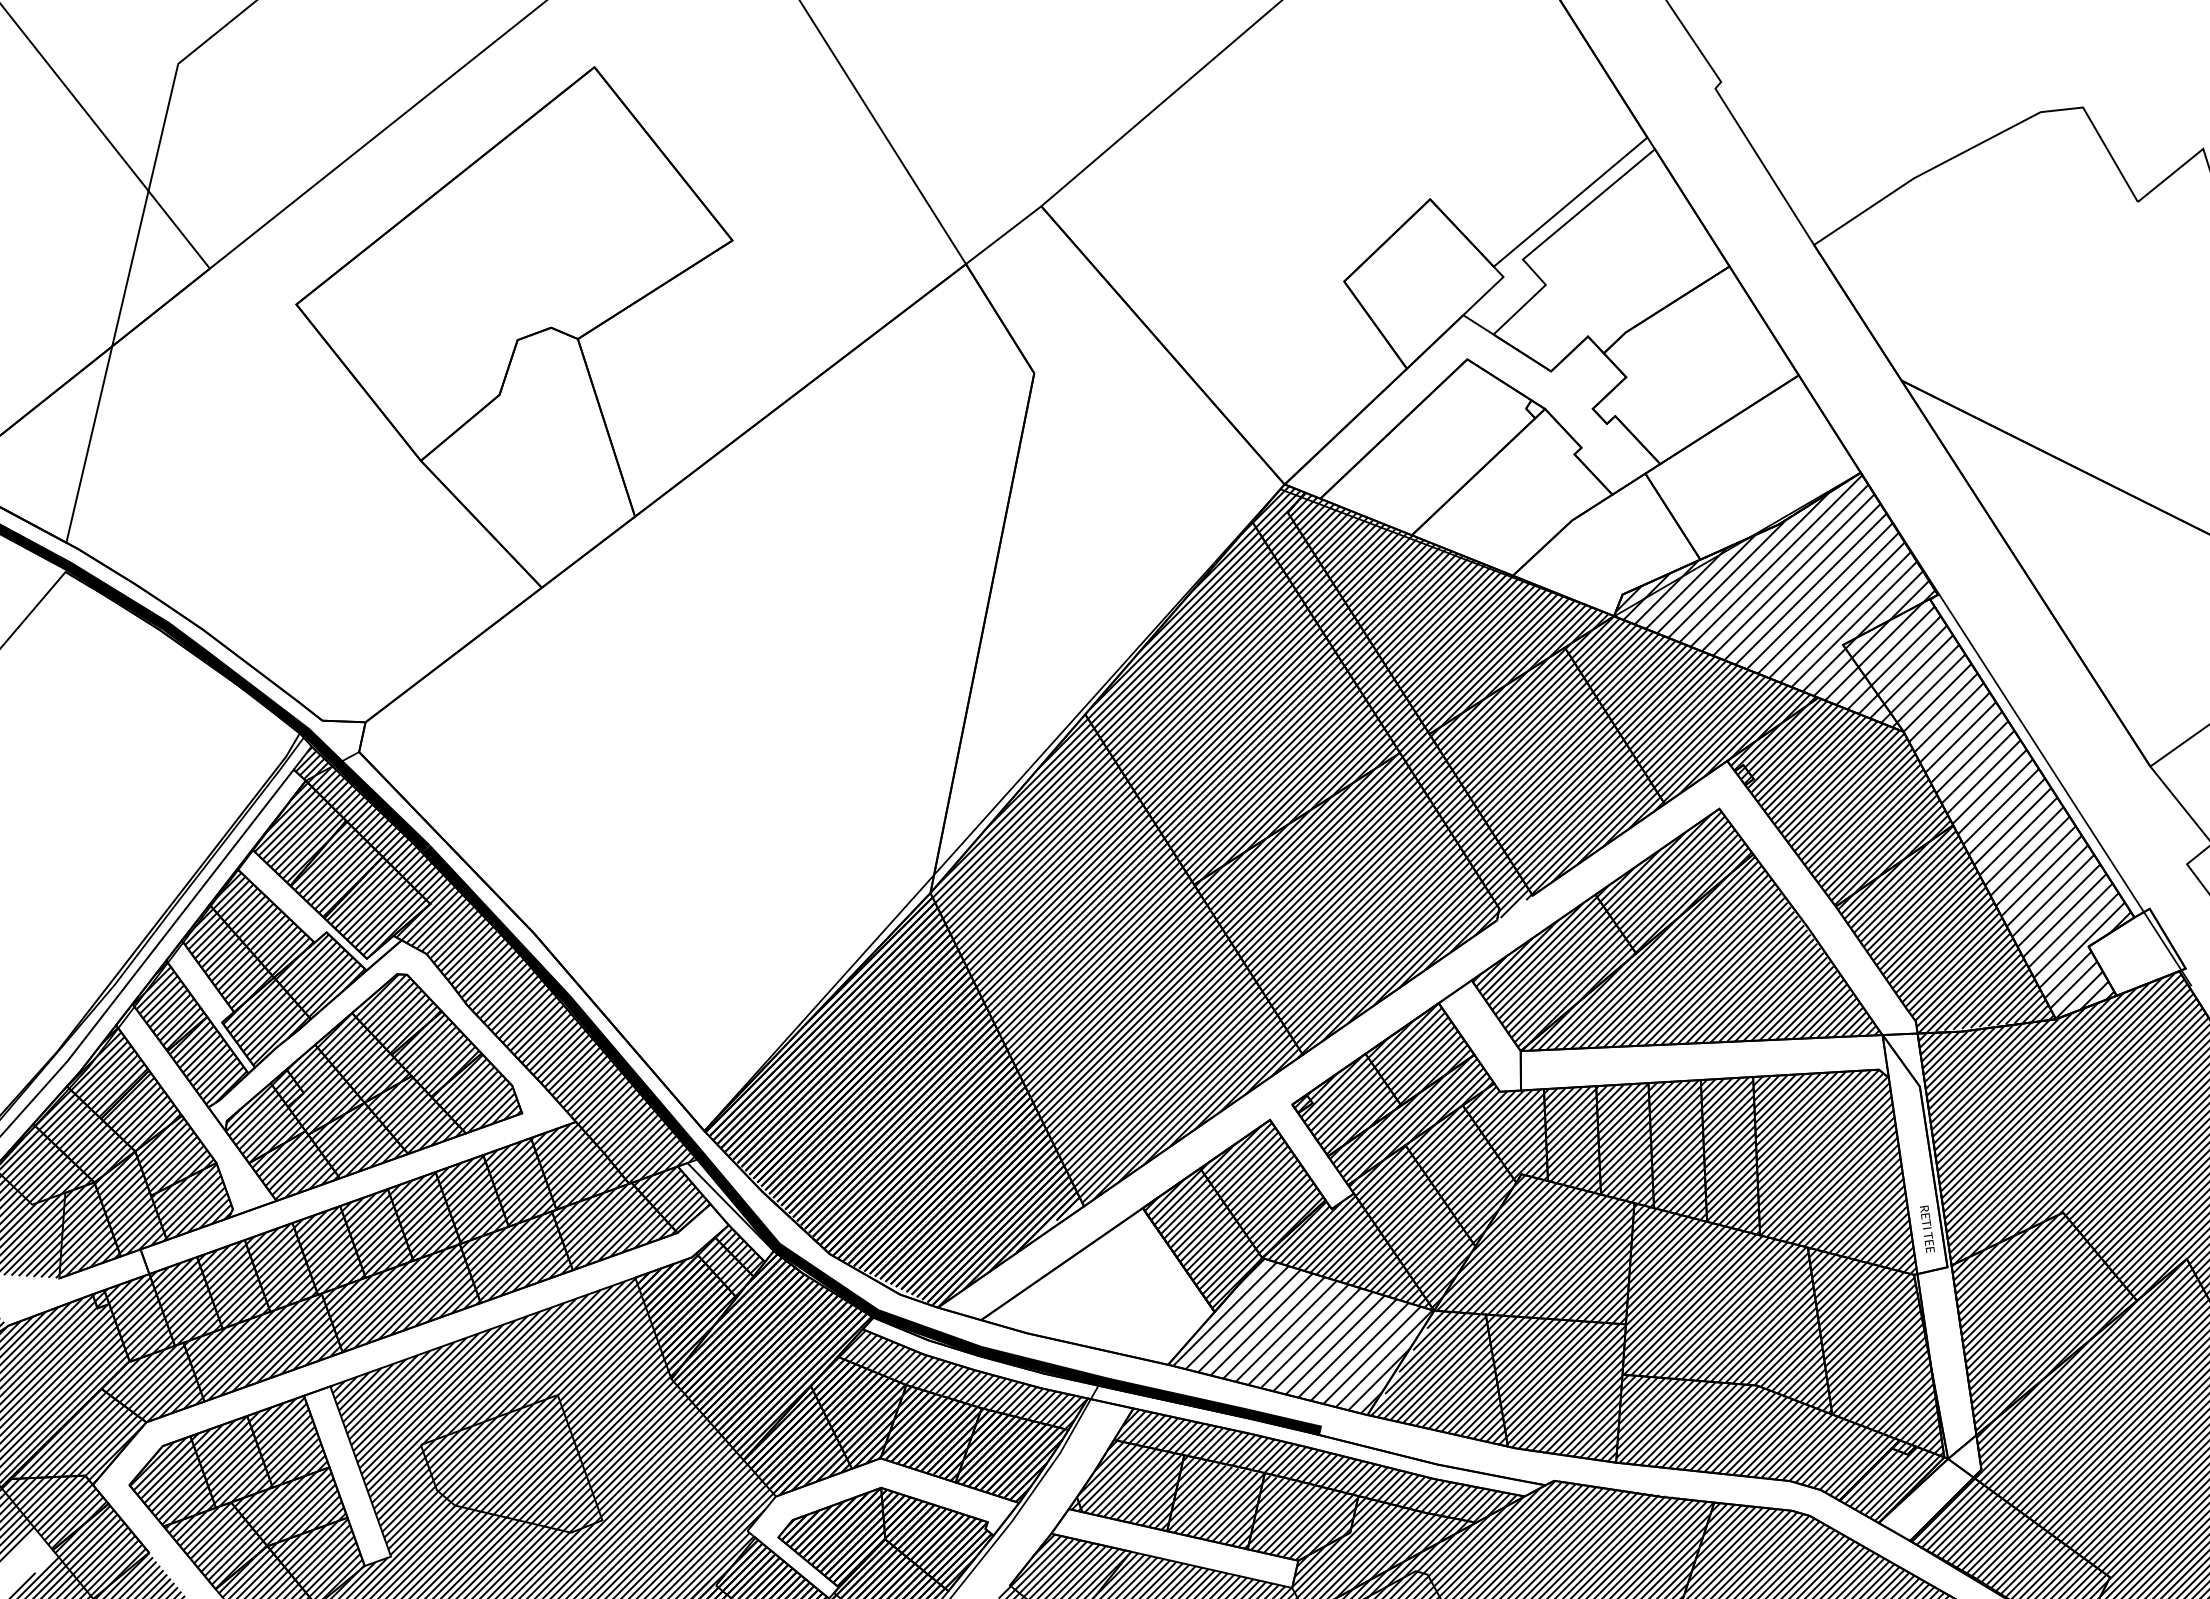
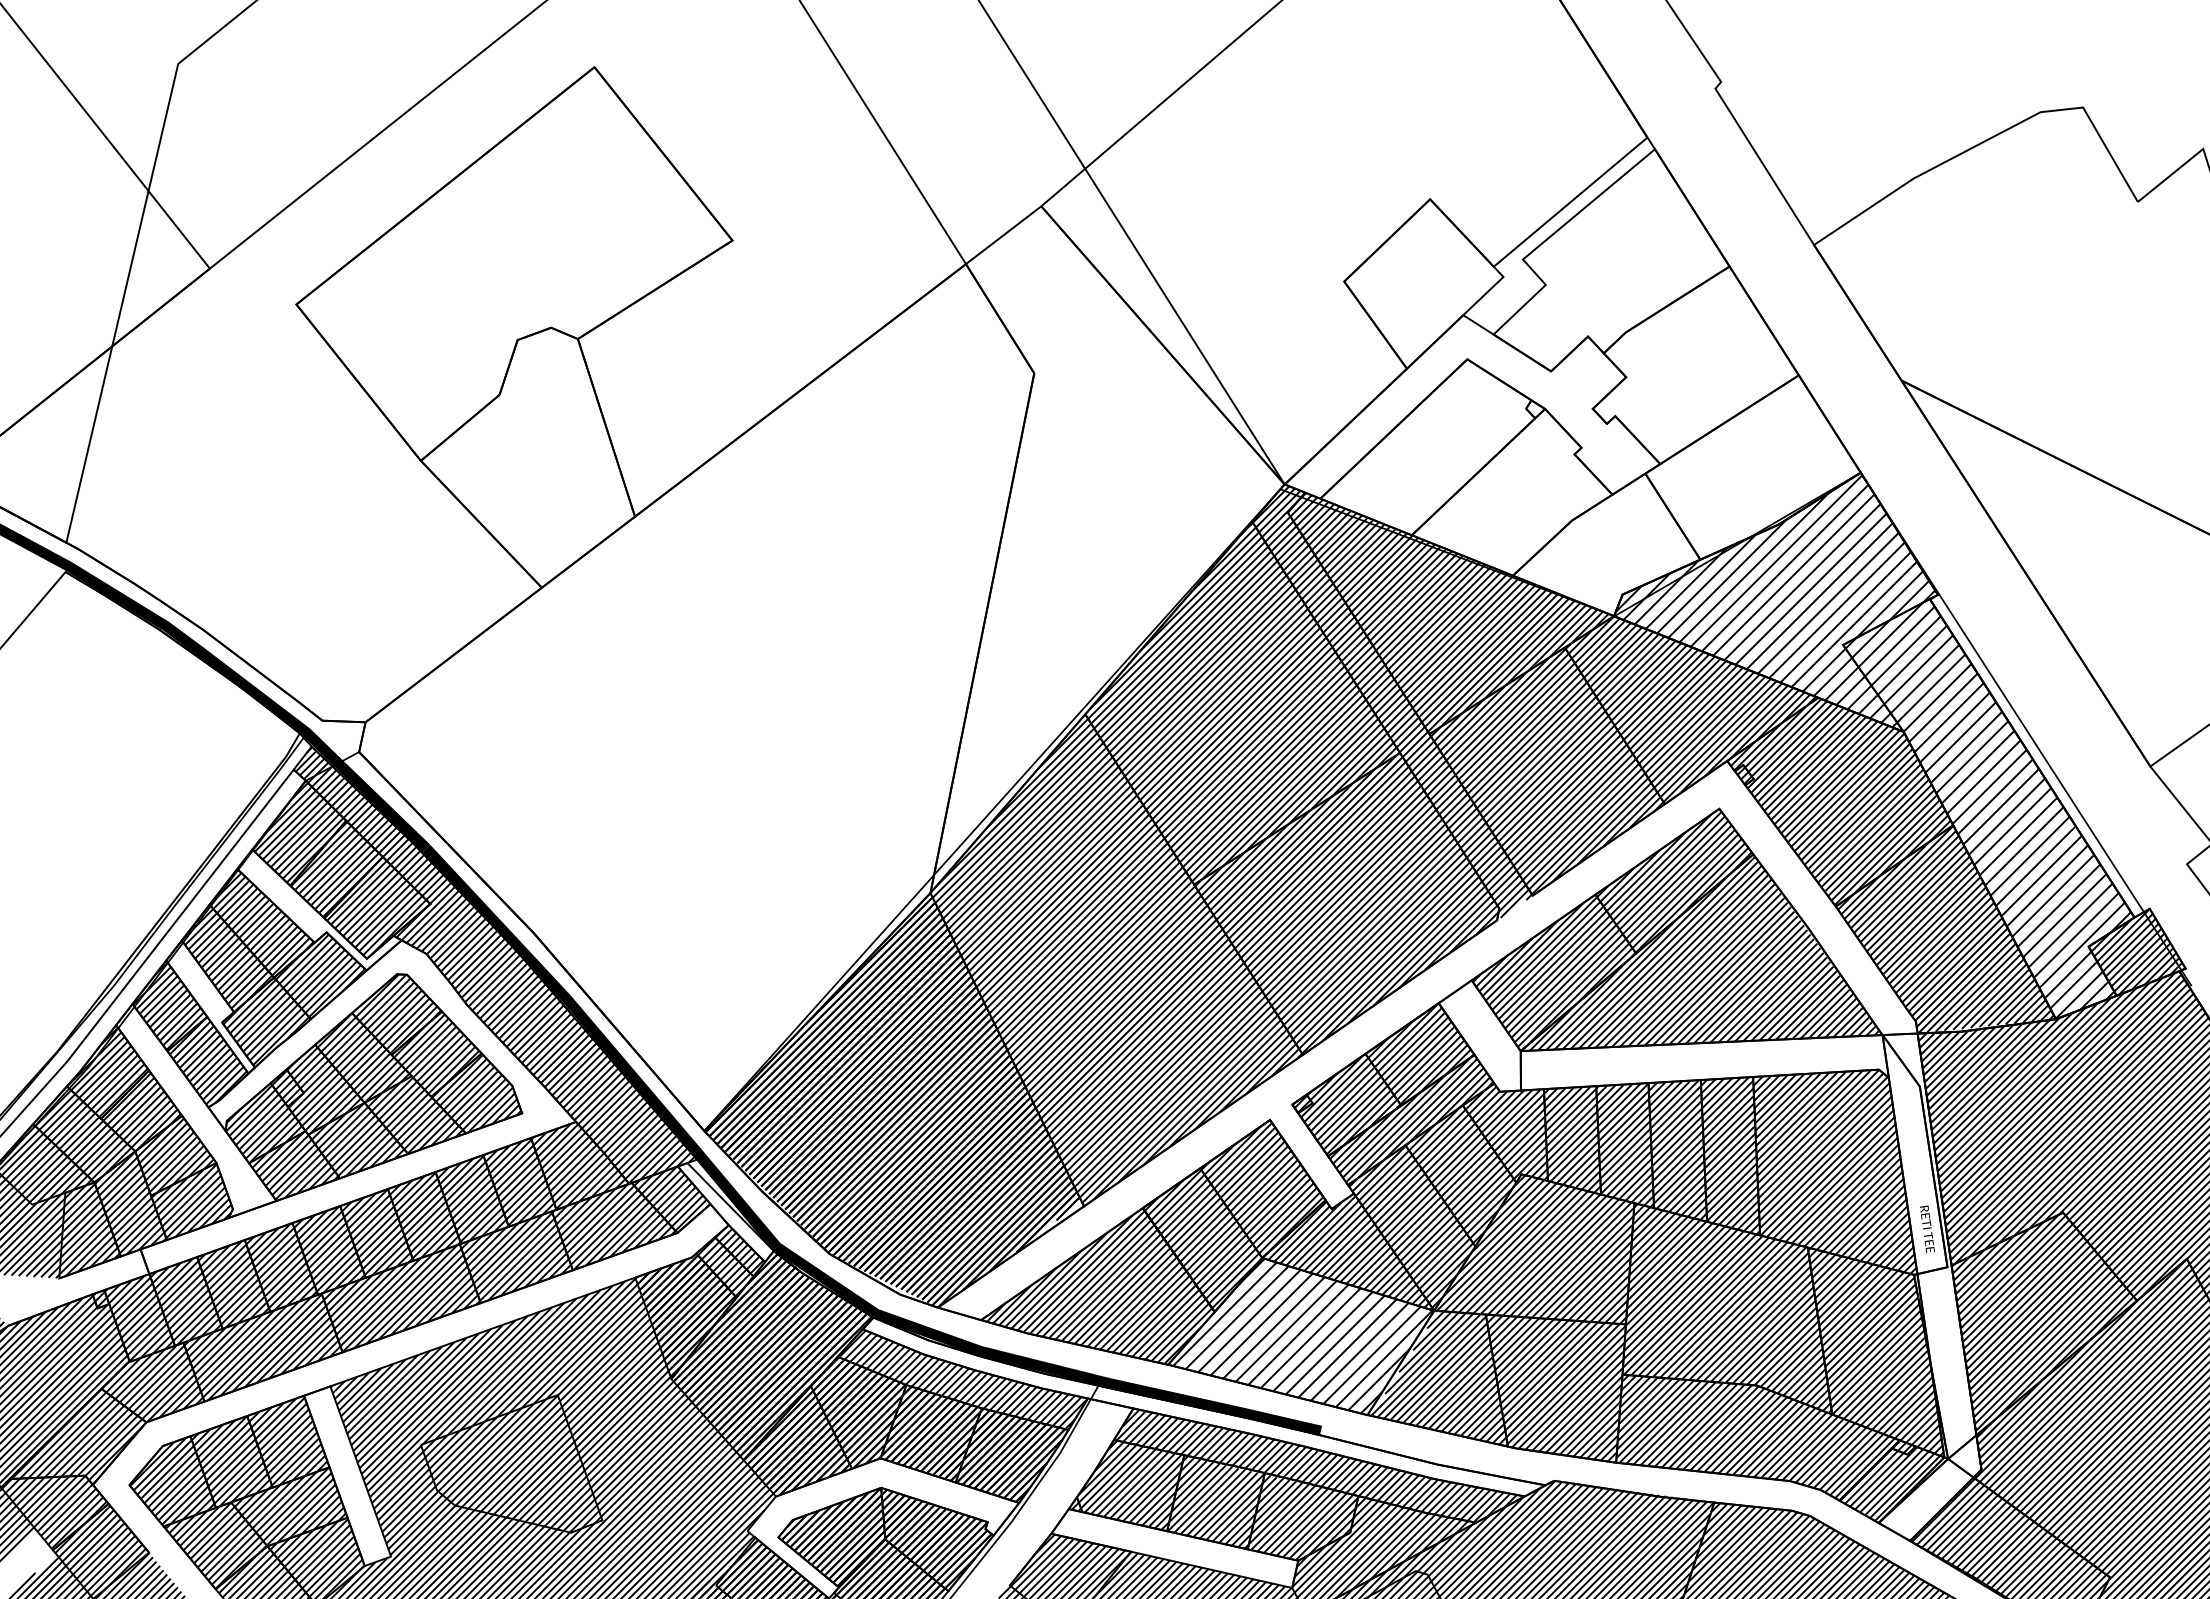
line at (1132, 243): none -> present
hatch at (2136, 951): none -> present
hatch at (1099, 1287): none -> present
